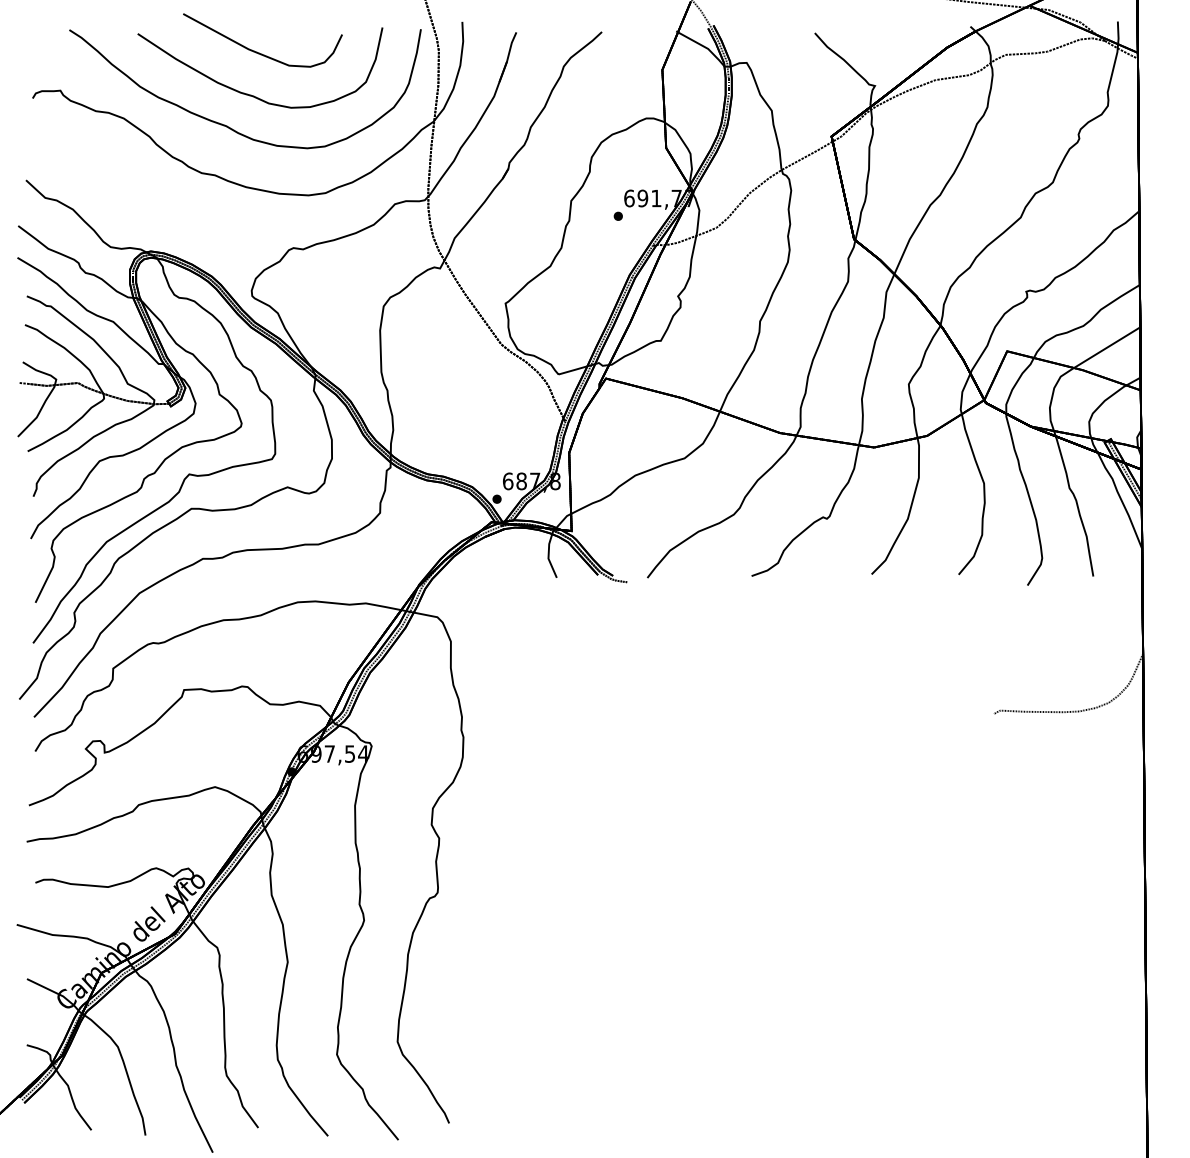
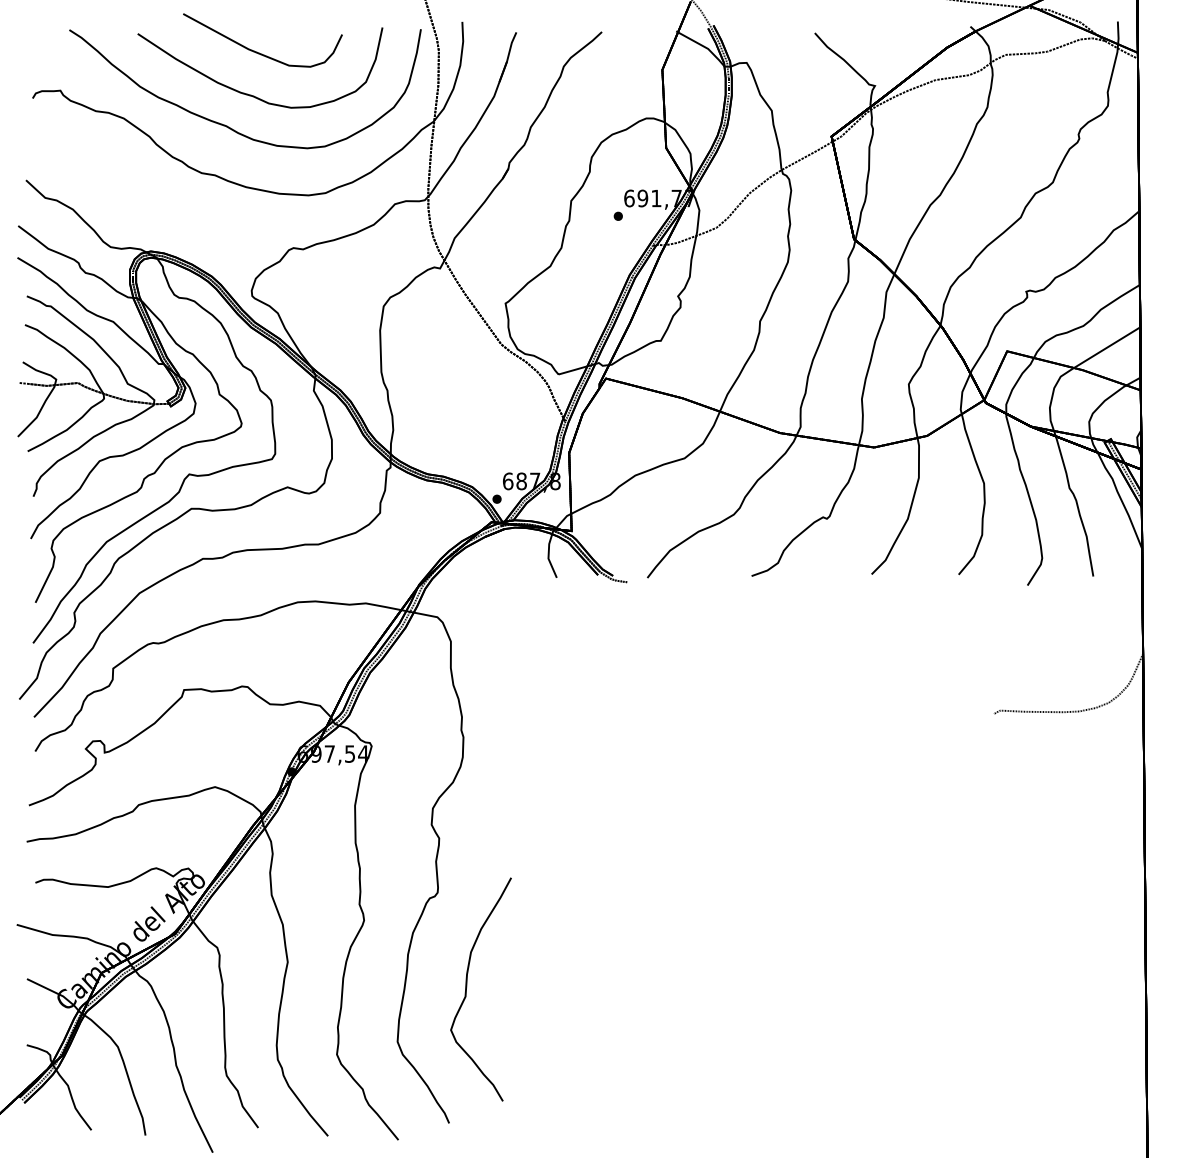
curve at (467, 987): none -> present
